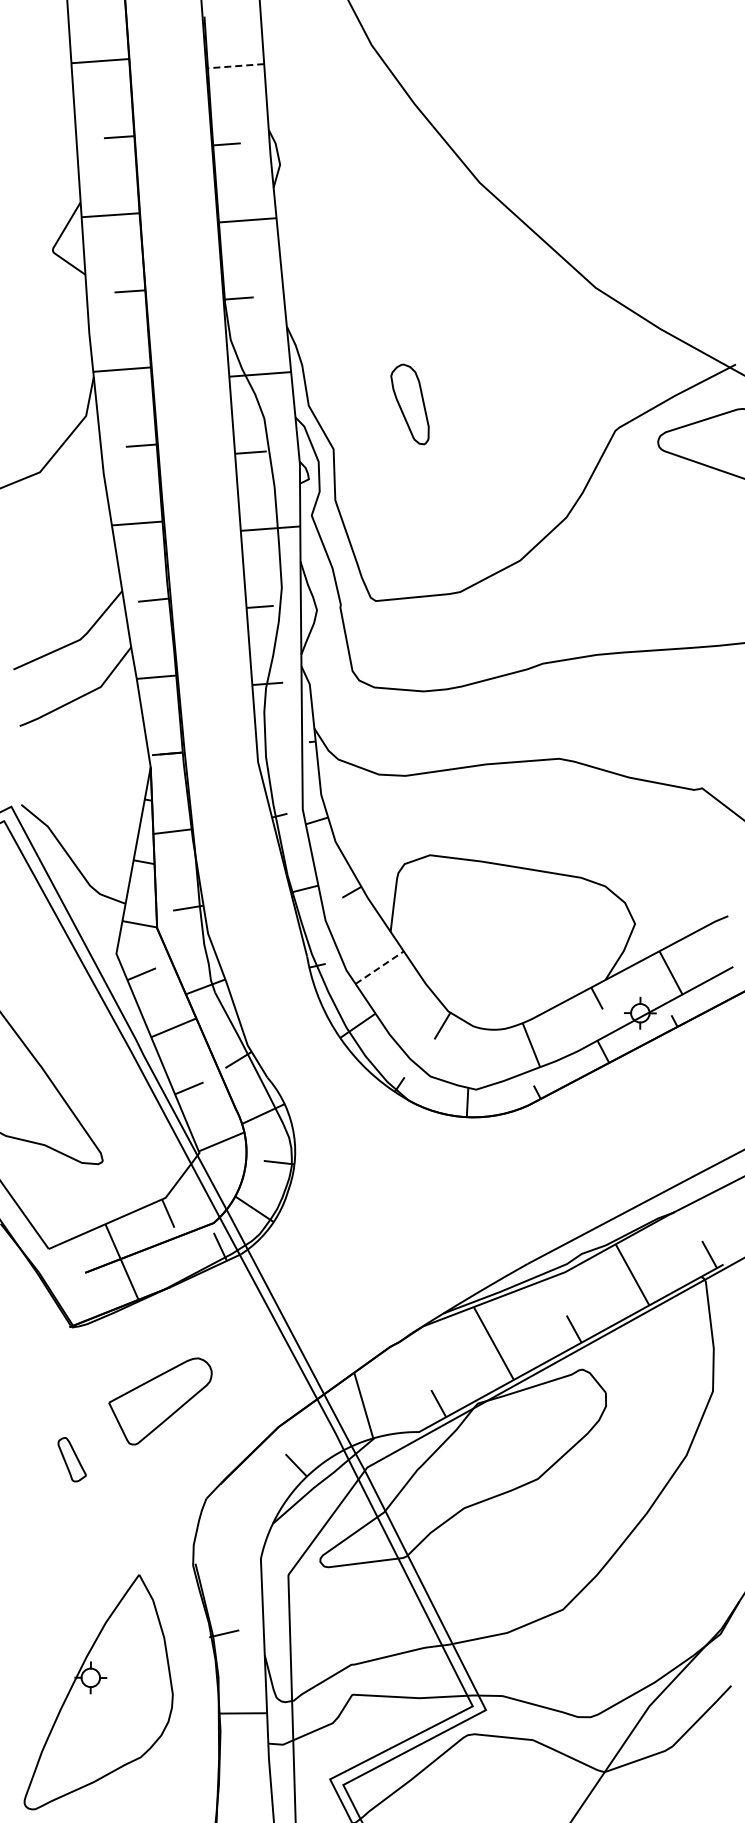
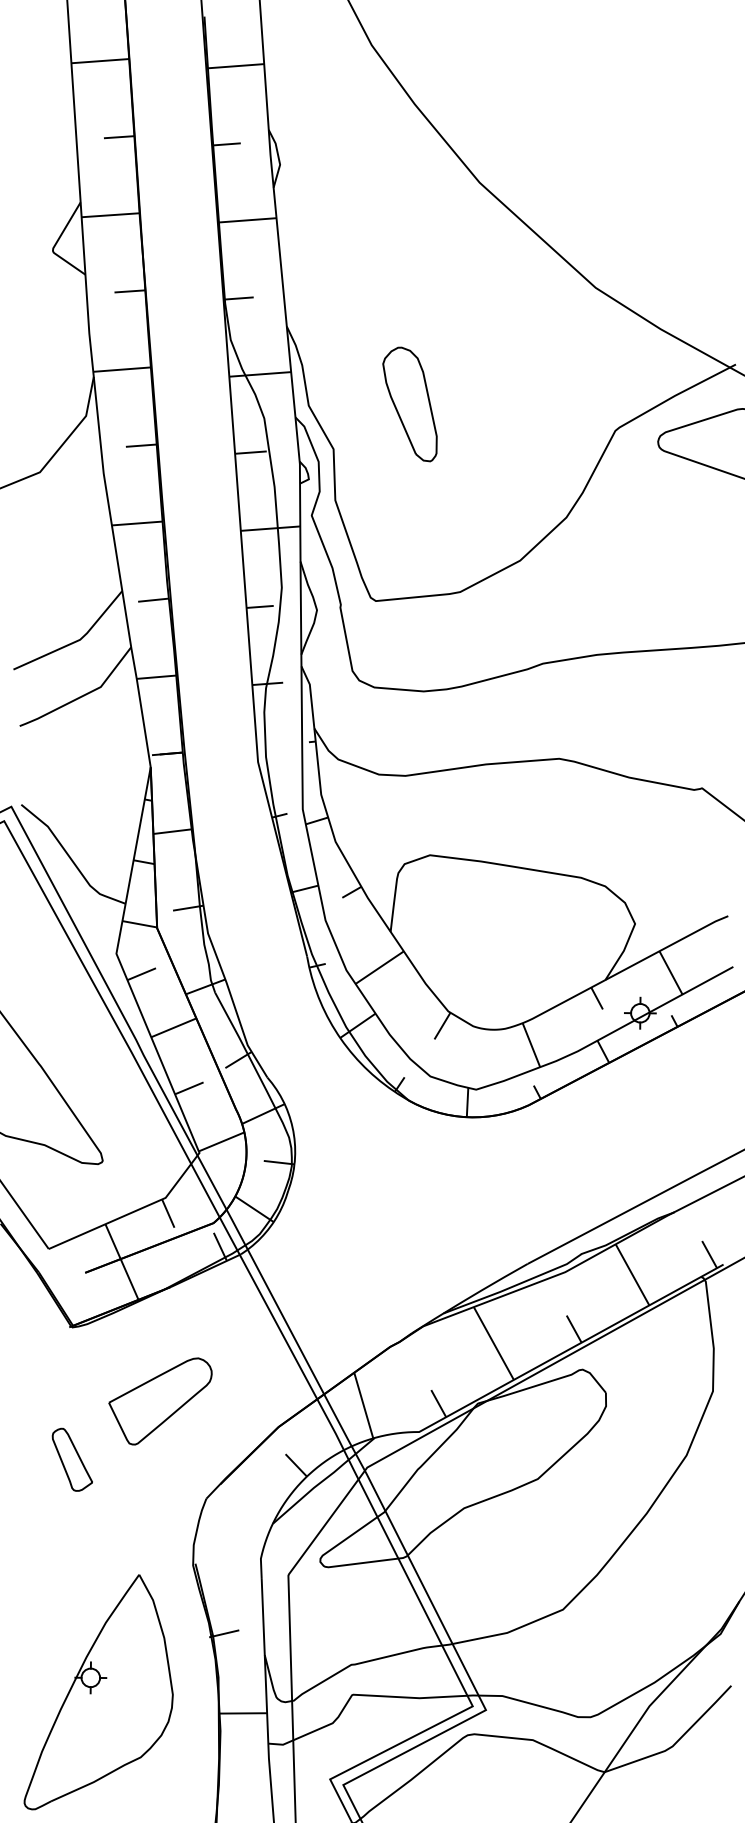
line at (234, 66): dashed -> solid
part at (409, 404) size: 40x83 px -> 56x117 px
line at (380, 967): dashed -> solid
part at (71, 1459) size: 30x46 px -> 42x65 px
